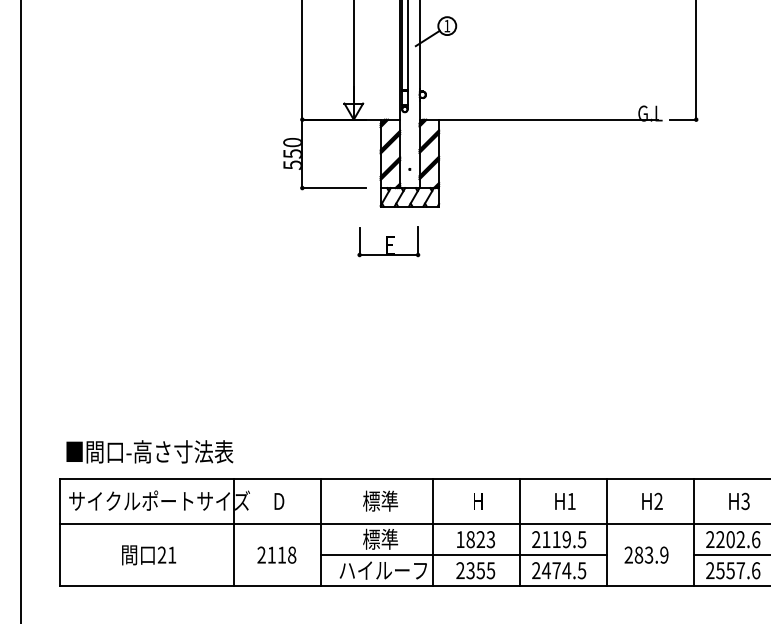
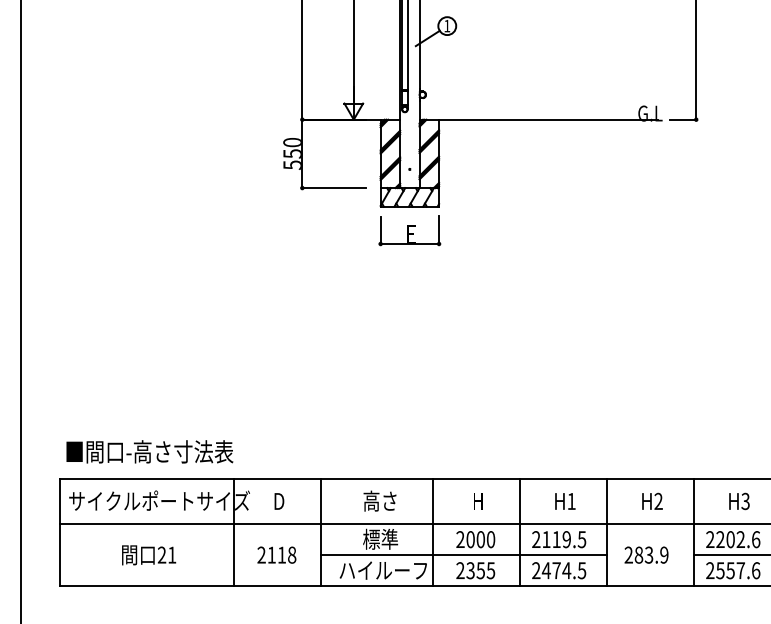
part at (388, 241) position: (388, 241) -> (409, 230)
text at (380, 500): 標準 -> 高さ
text at (475, 539): 1823 -> 2000
